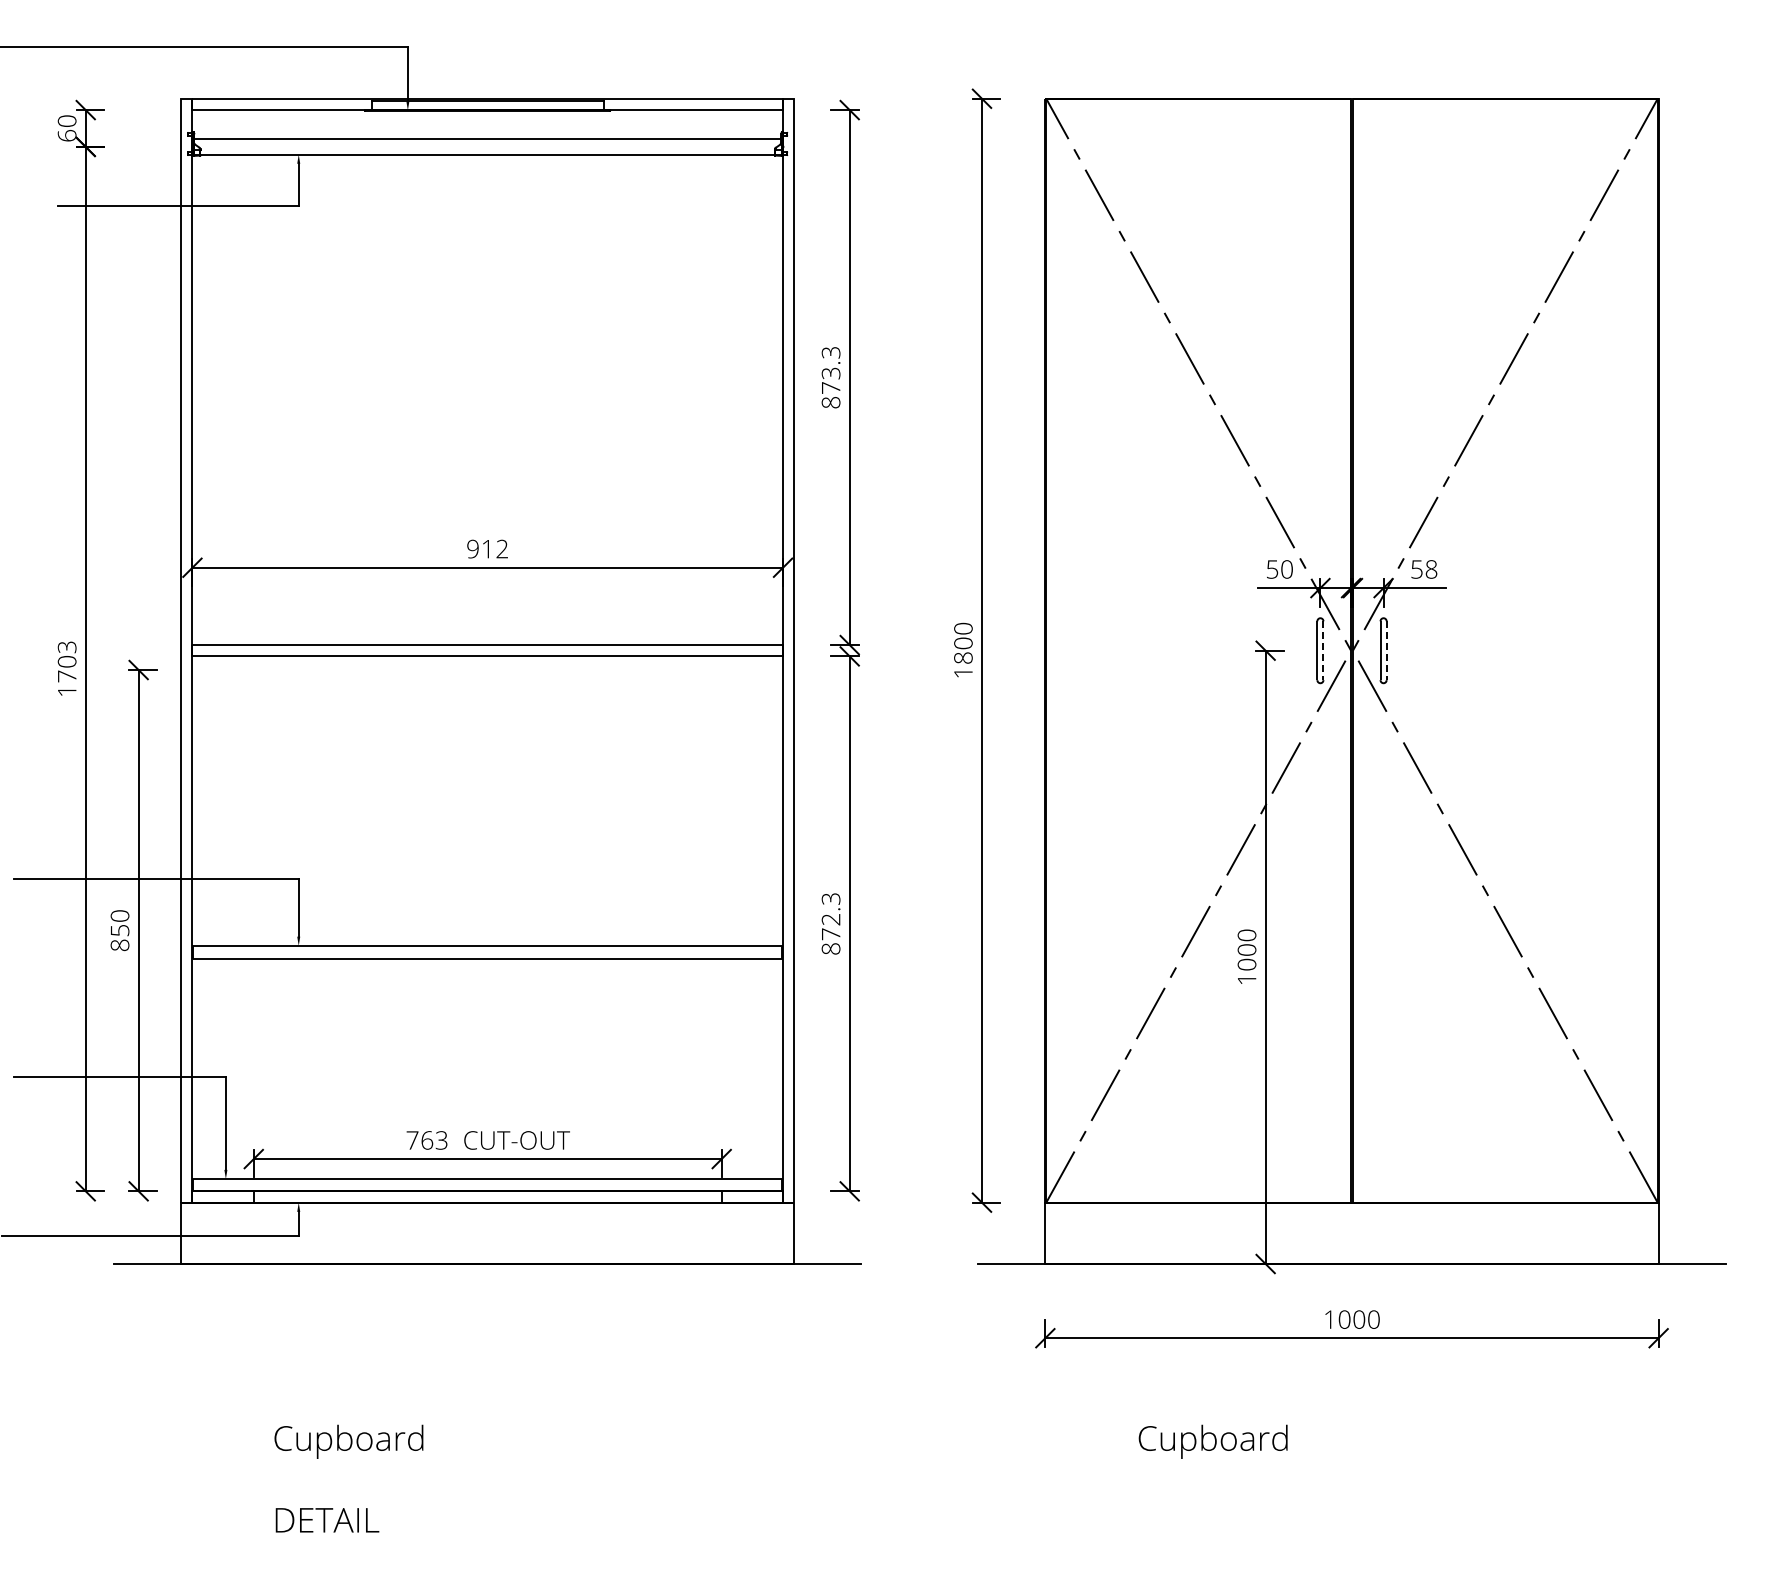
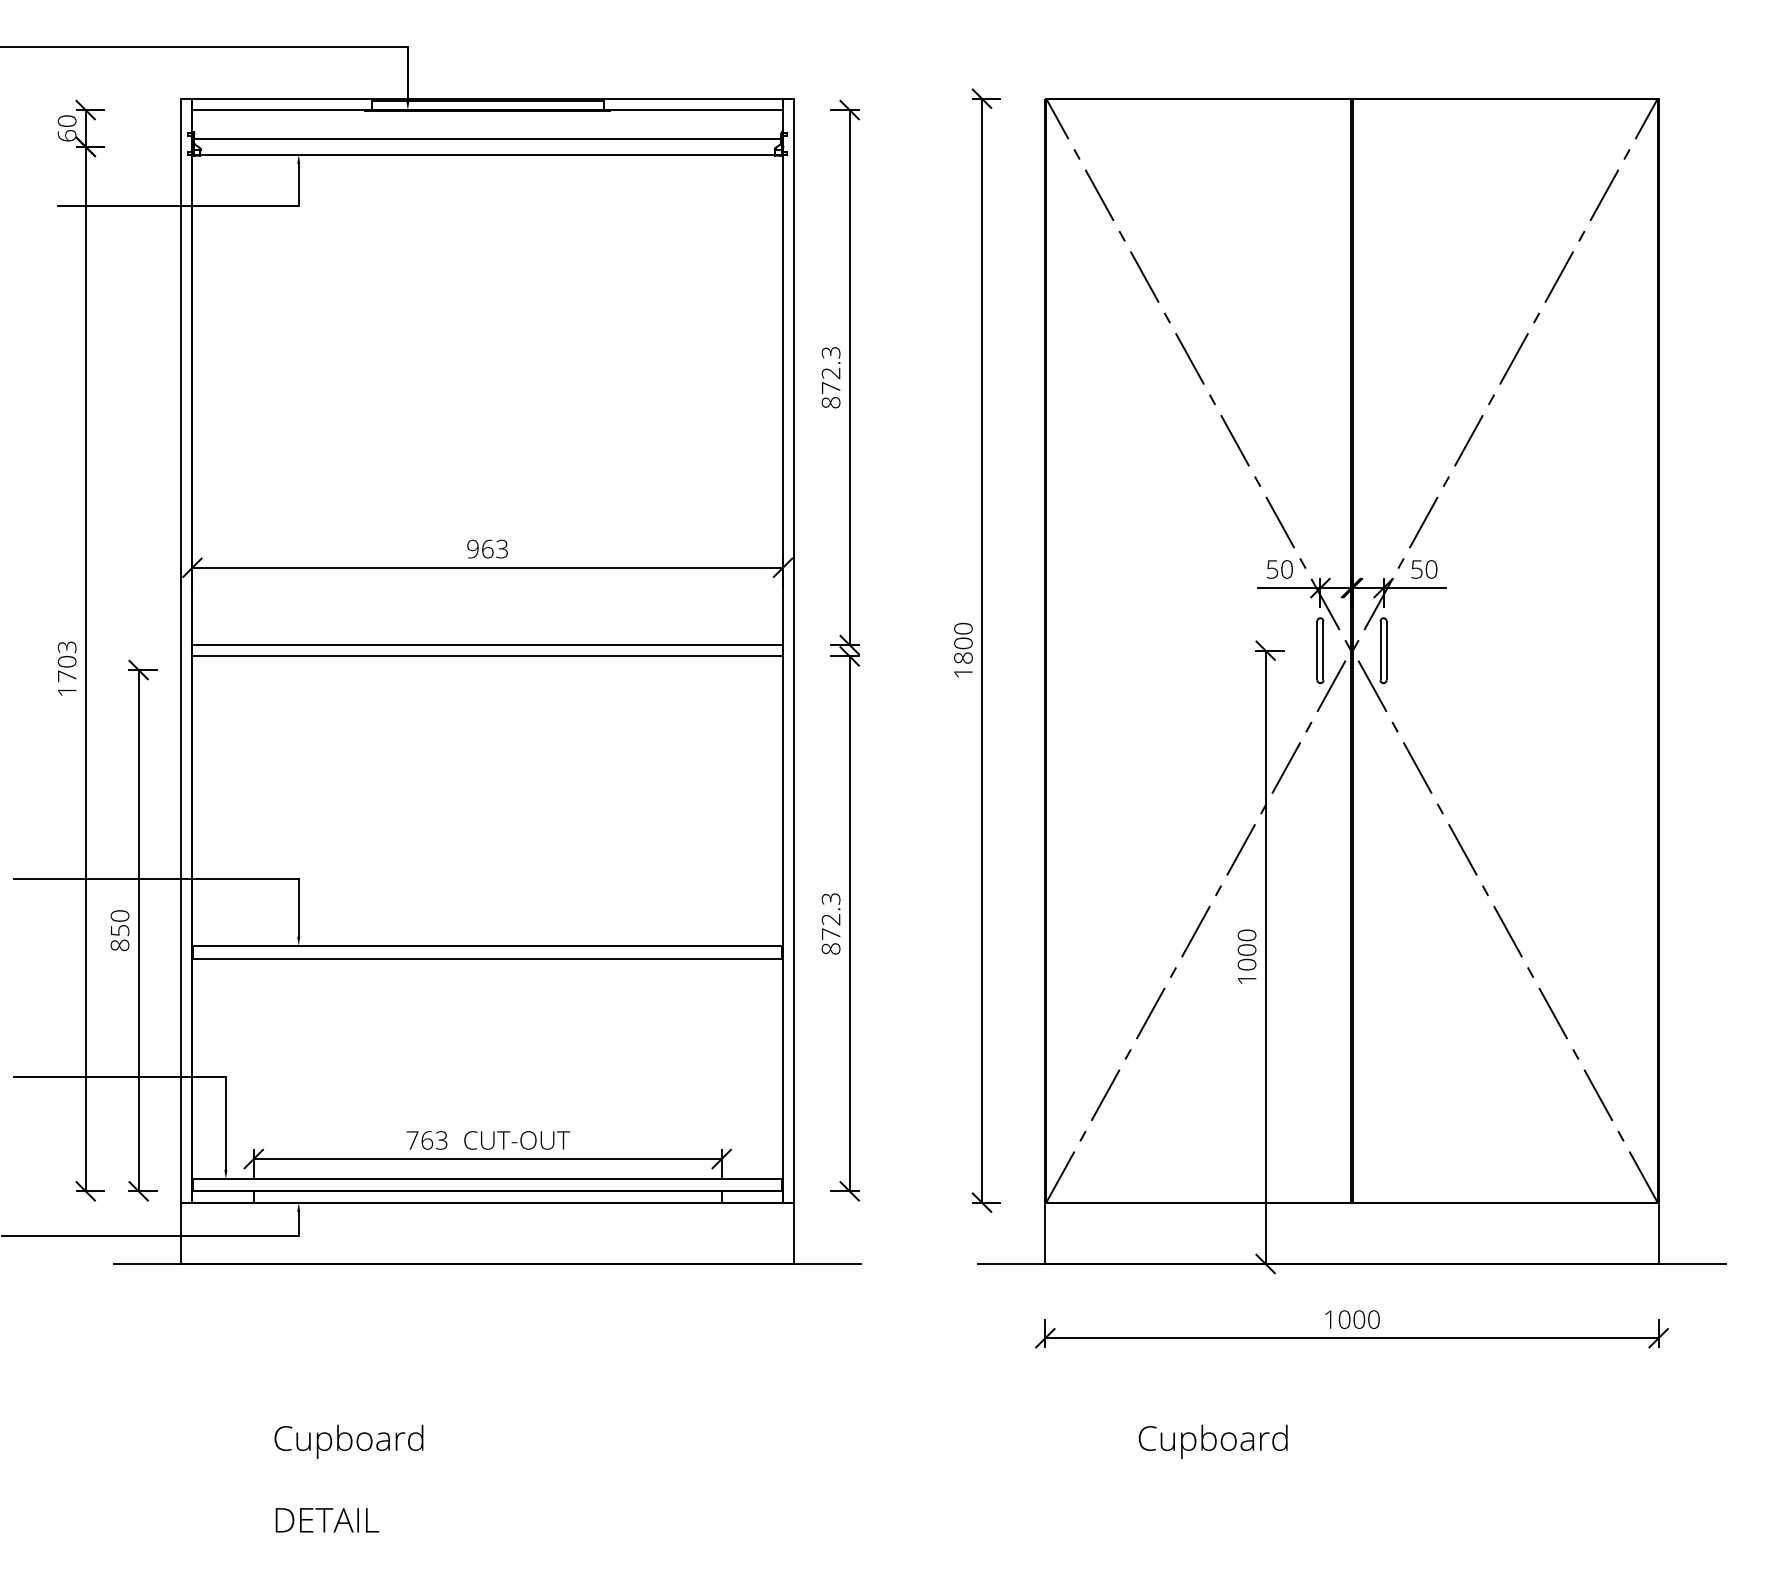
text at (831, 373): 873.3 -> 872.3
text at (494, 548): 912 -> 963
text at (1431, 569): 58 -> 50
line at (1323, 651): dashed -> solid
line at (1386, 651): dashed -> solid
